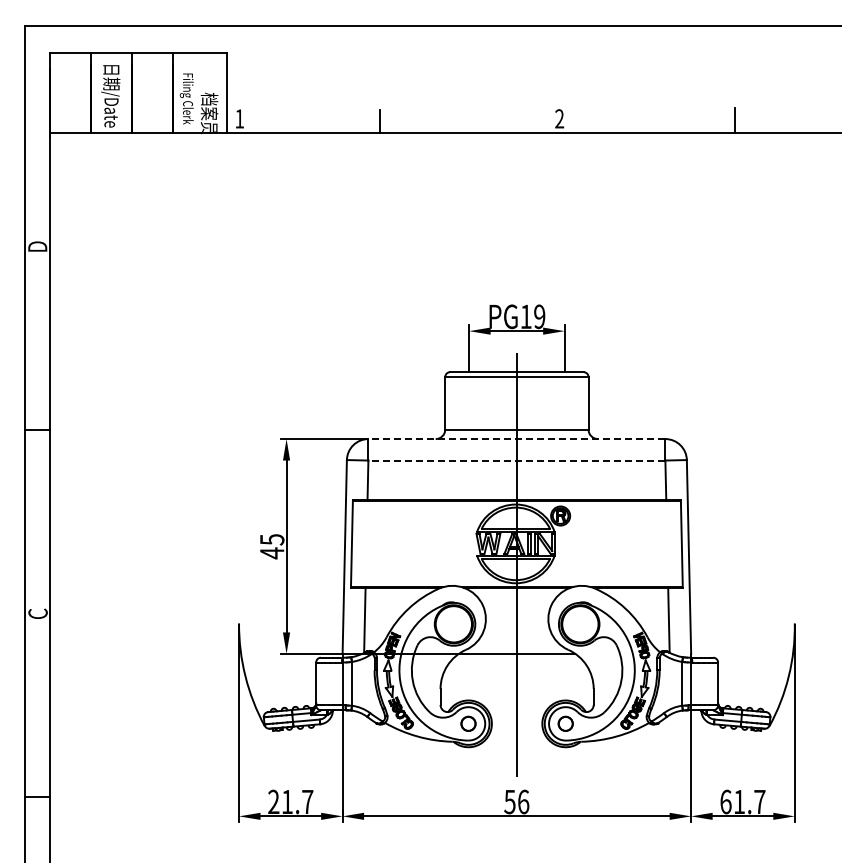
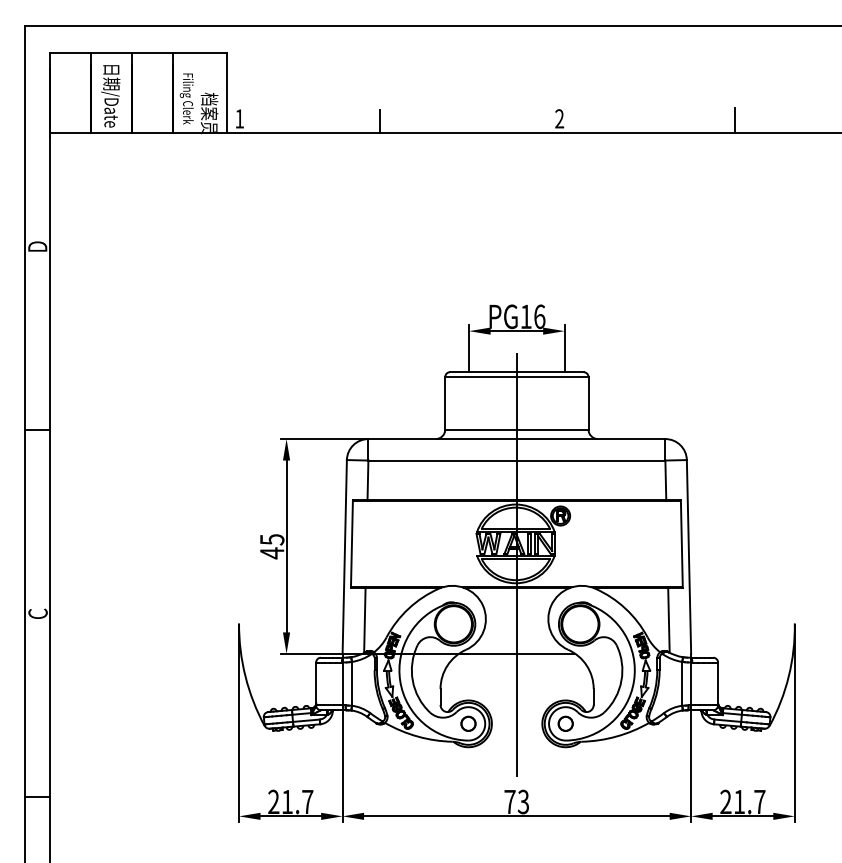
text at (539, 316): PG19 -> PG16
line at (516, 439): dashed -> solid
line at (516, 460): dashed -> solid
text at (516, 801): 56 -> 73
text at (725, 801): 61.7 -> 21.7
